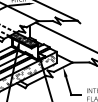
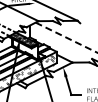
line at (66, 37): solid -> dashed
